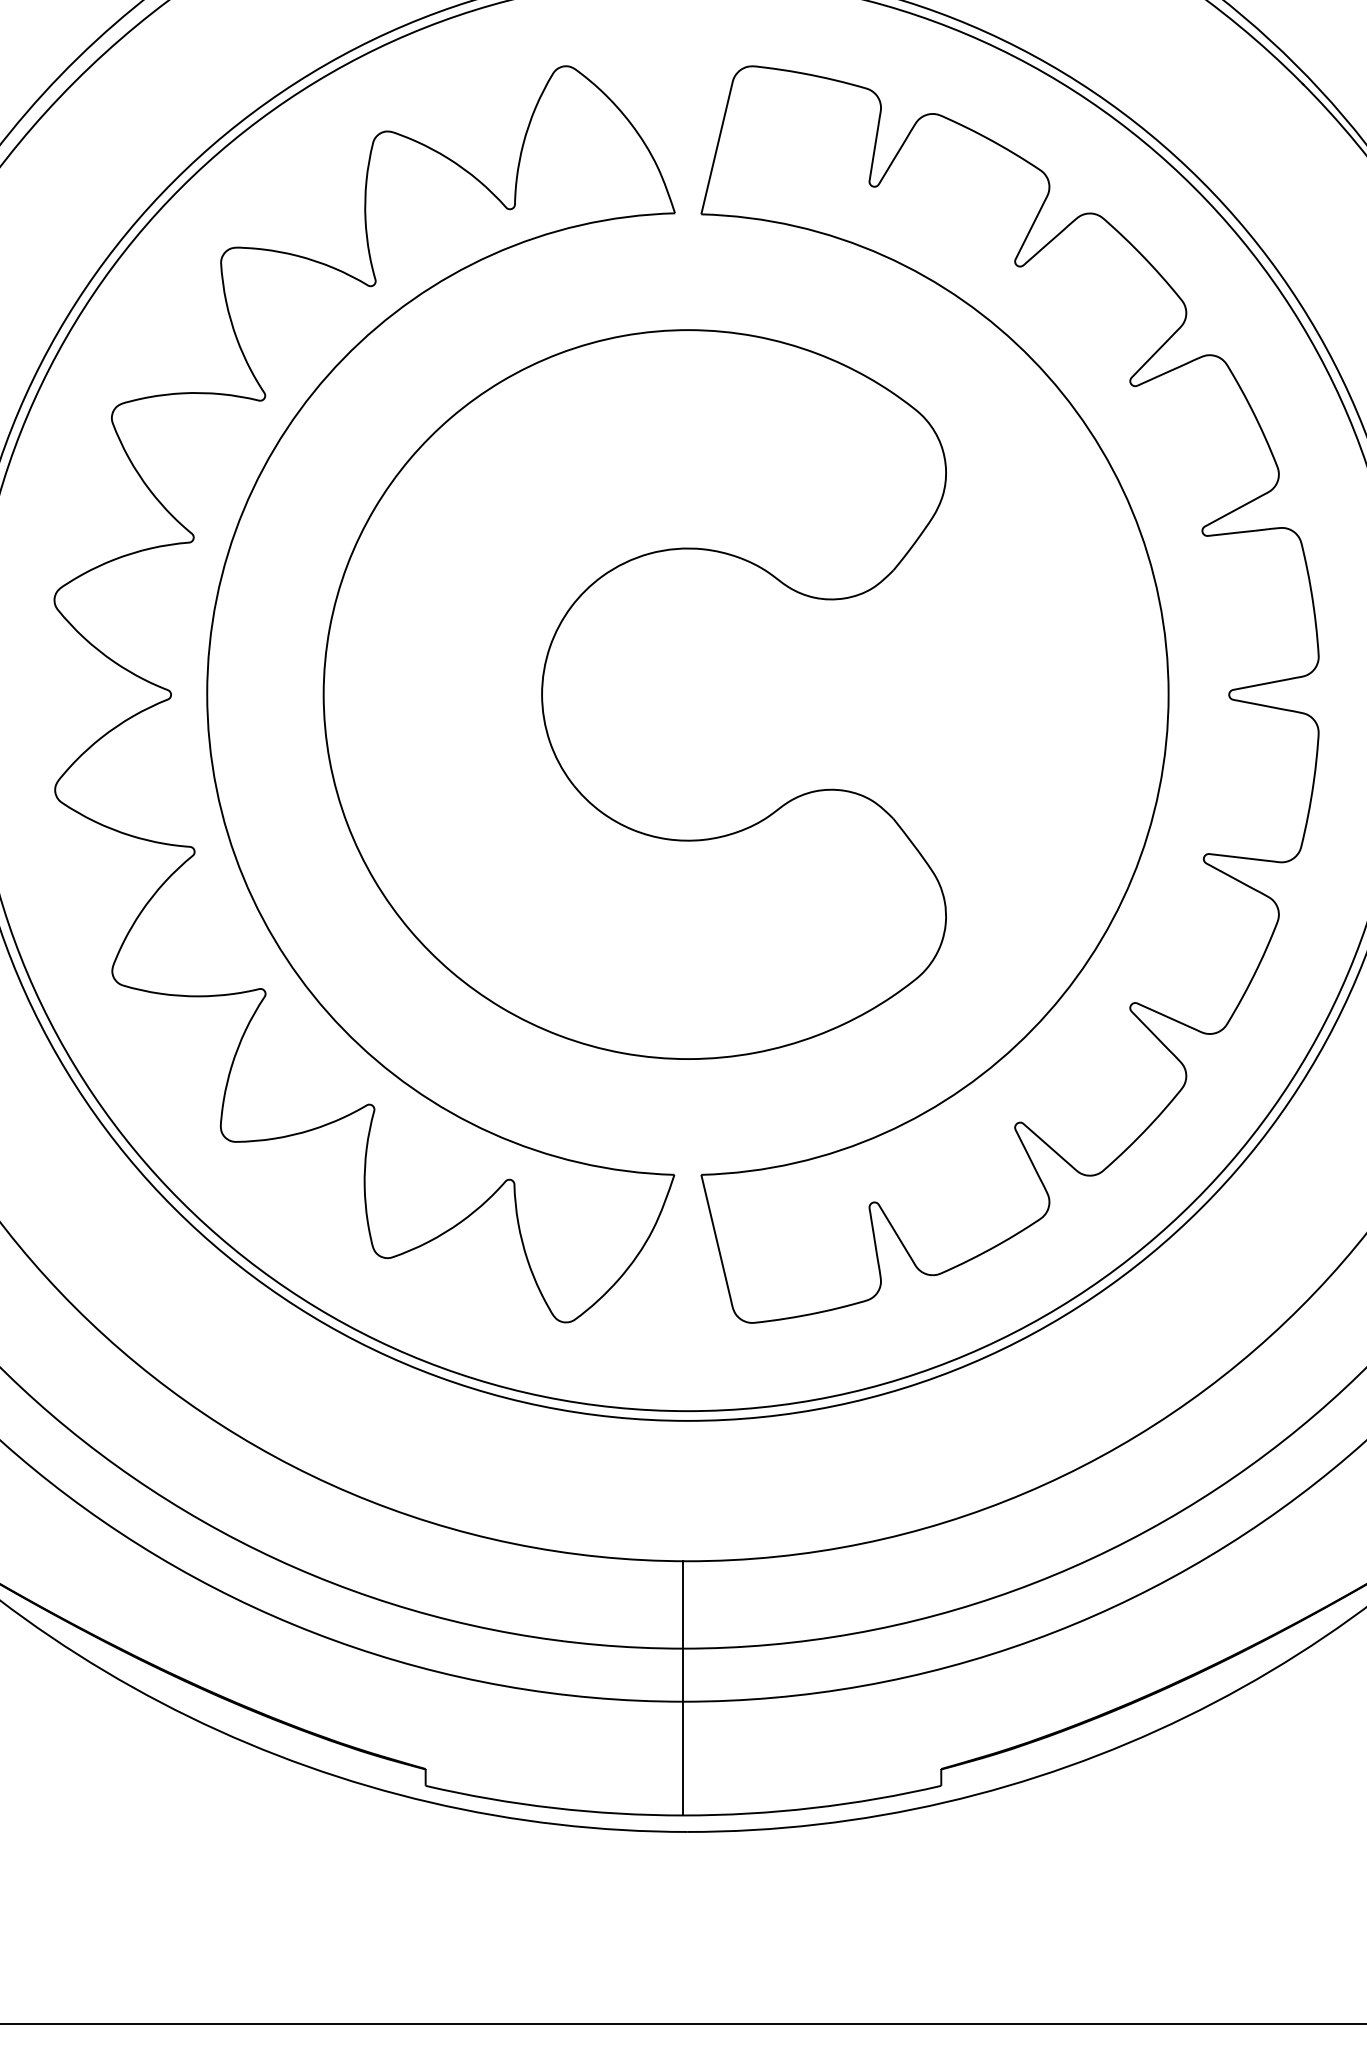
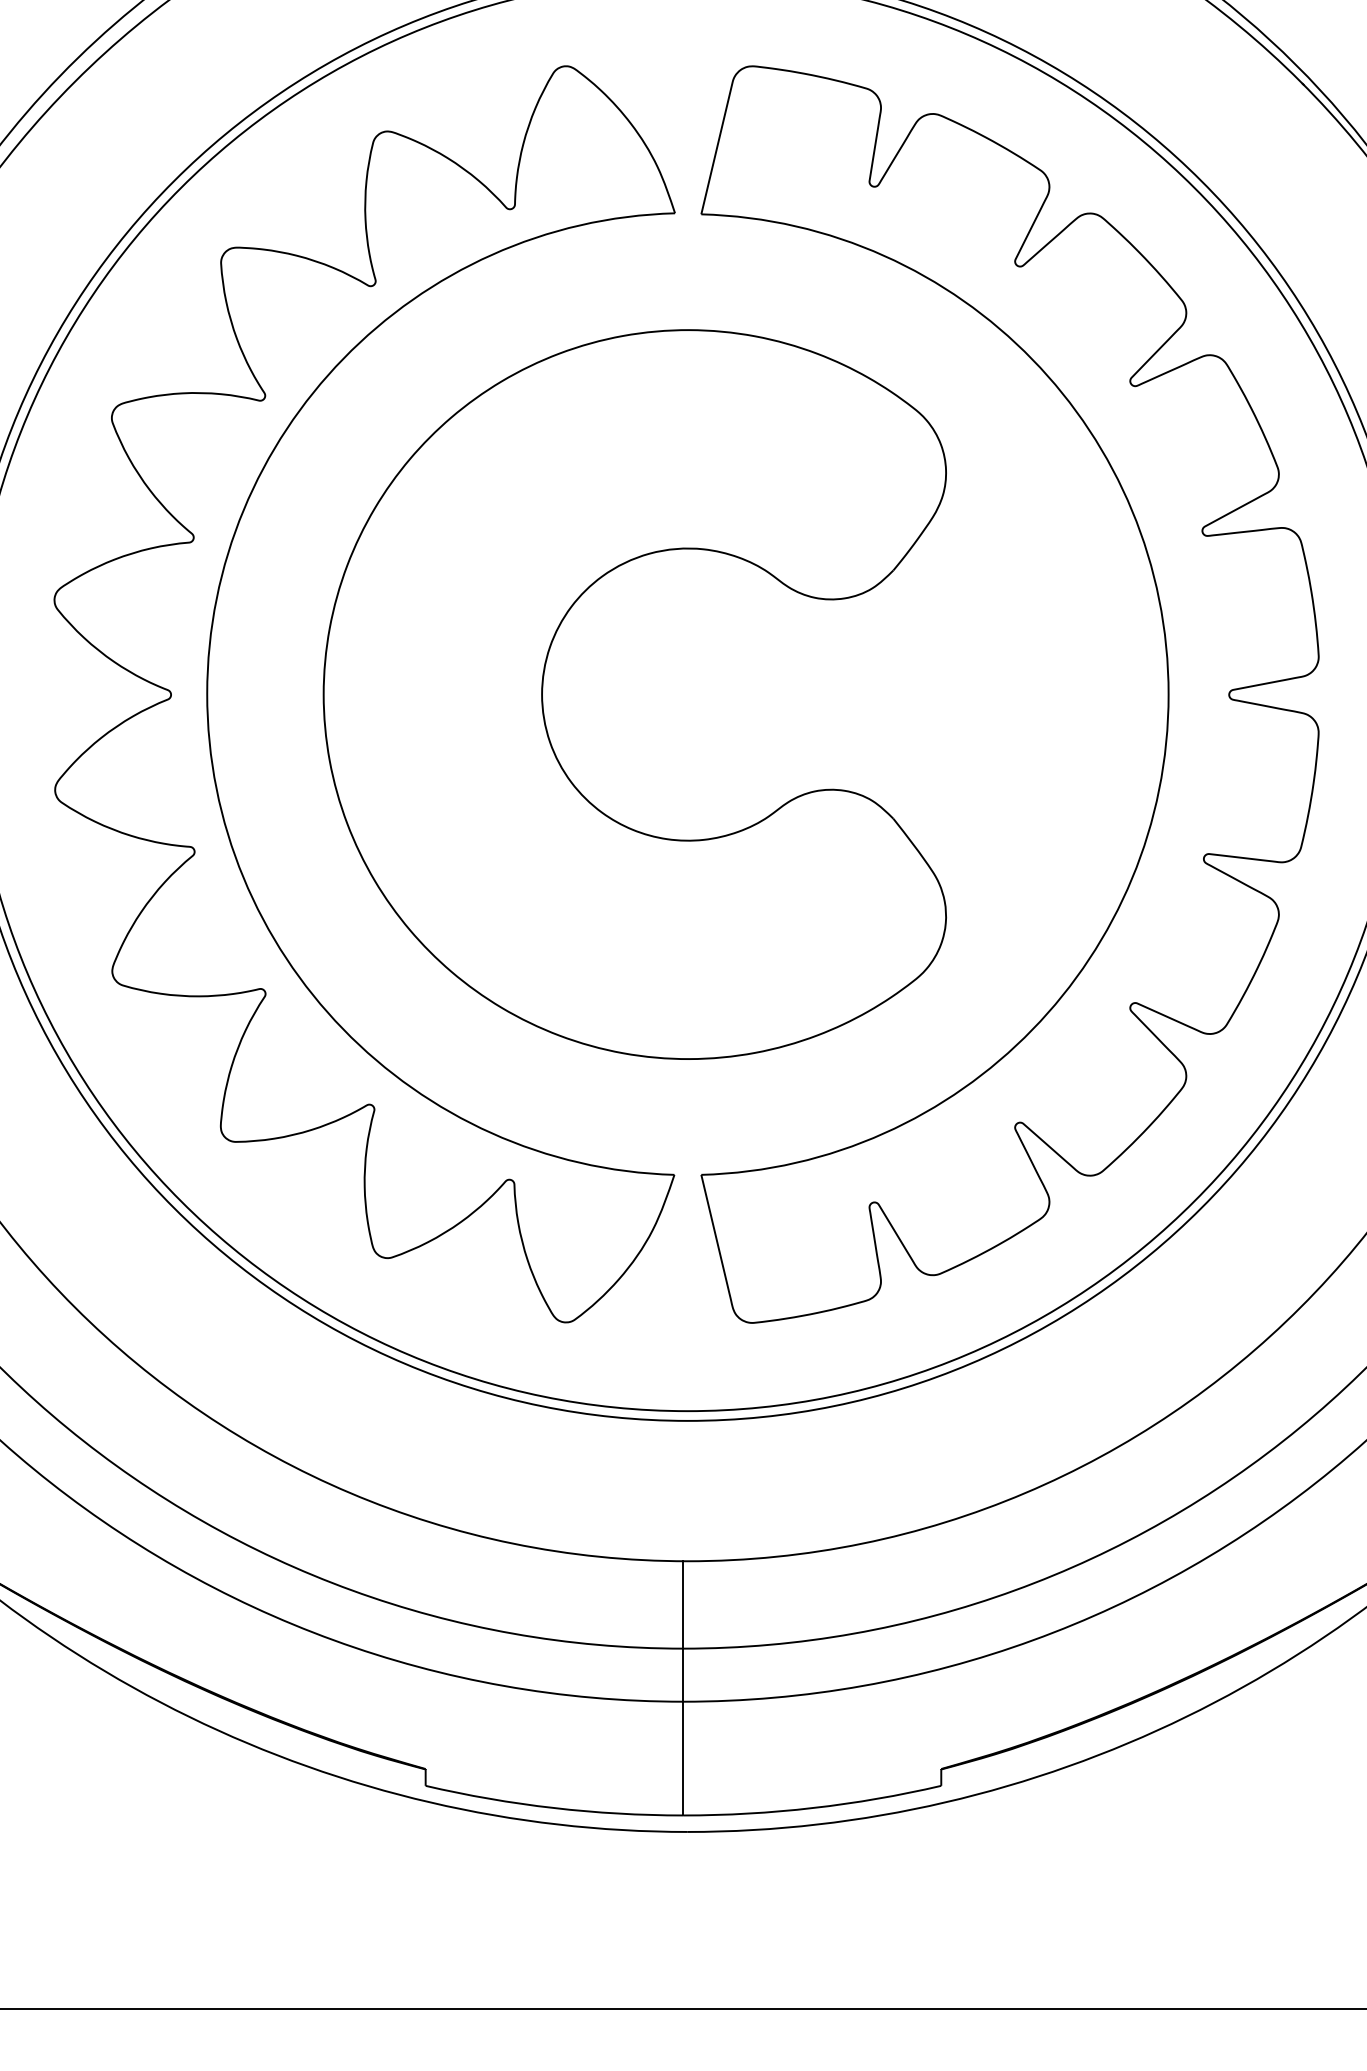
line at (682, 2023) position: (682, 2023) -> (682, 2008)
